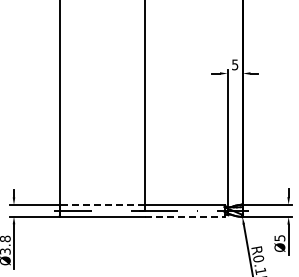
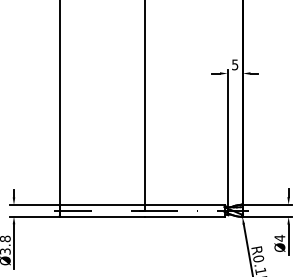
line at (102, 205): dashed -> solid
line at (184, 216): dashed -> solid
text at (279, 237): Ø5 -> Ø4
